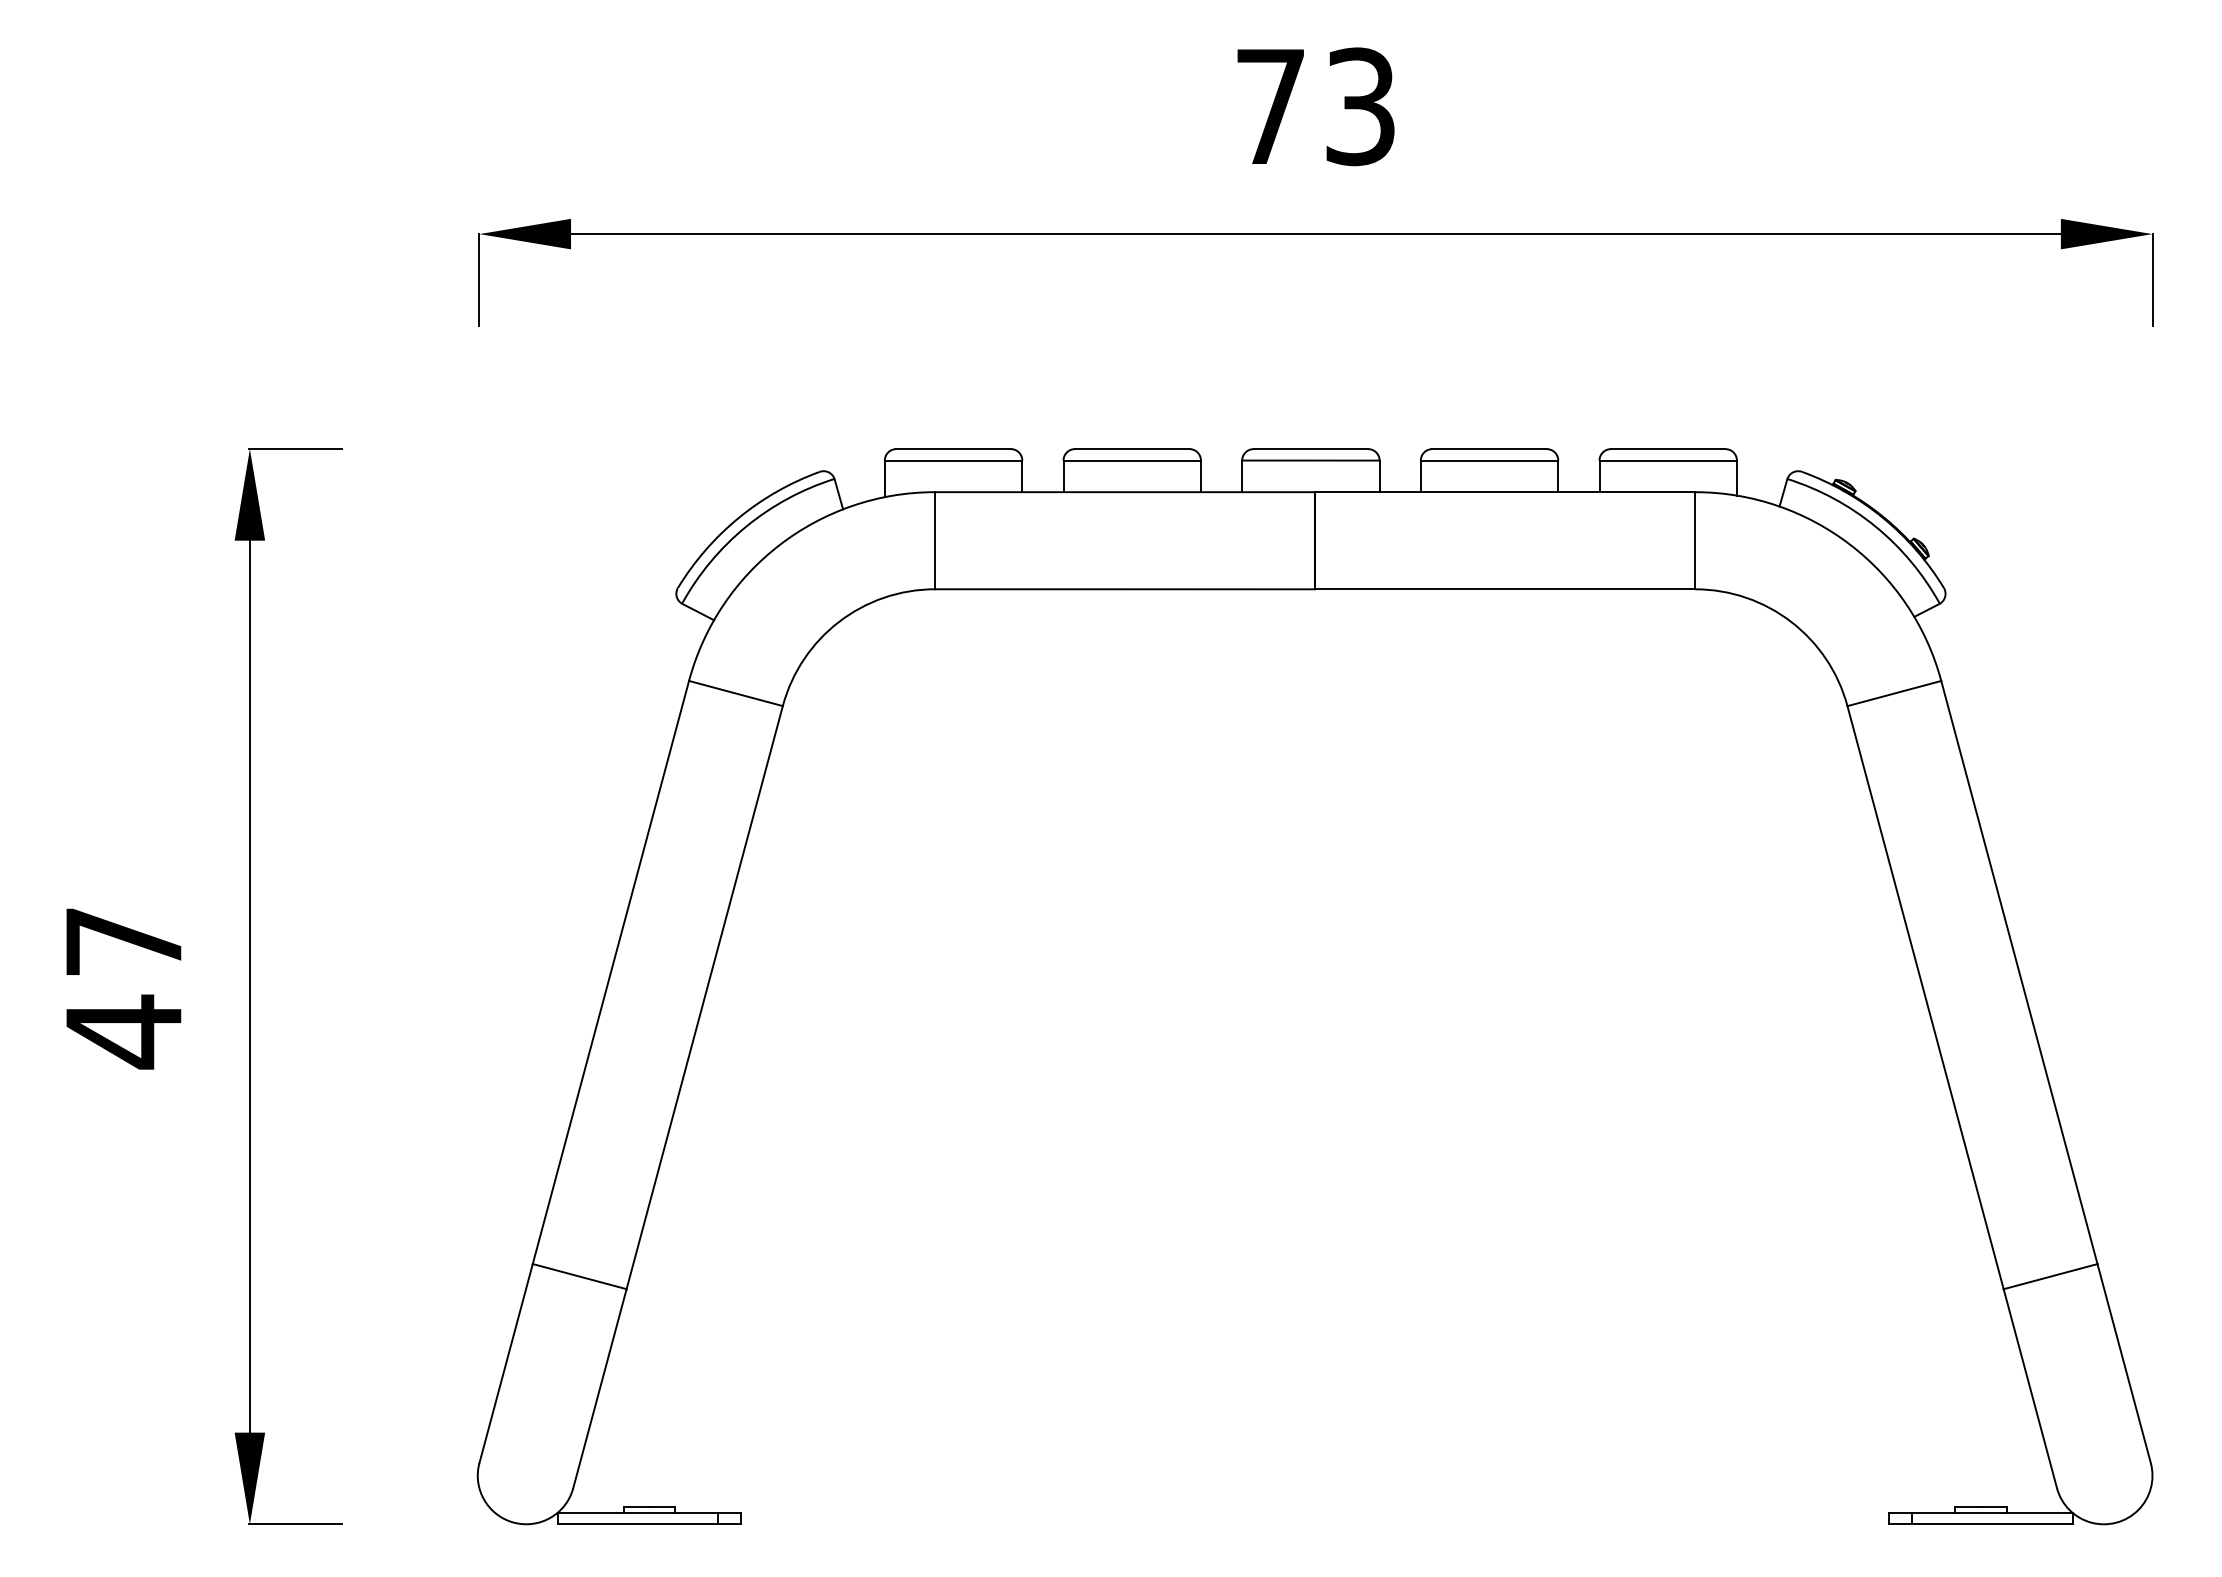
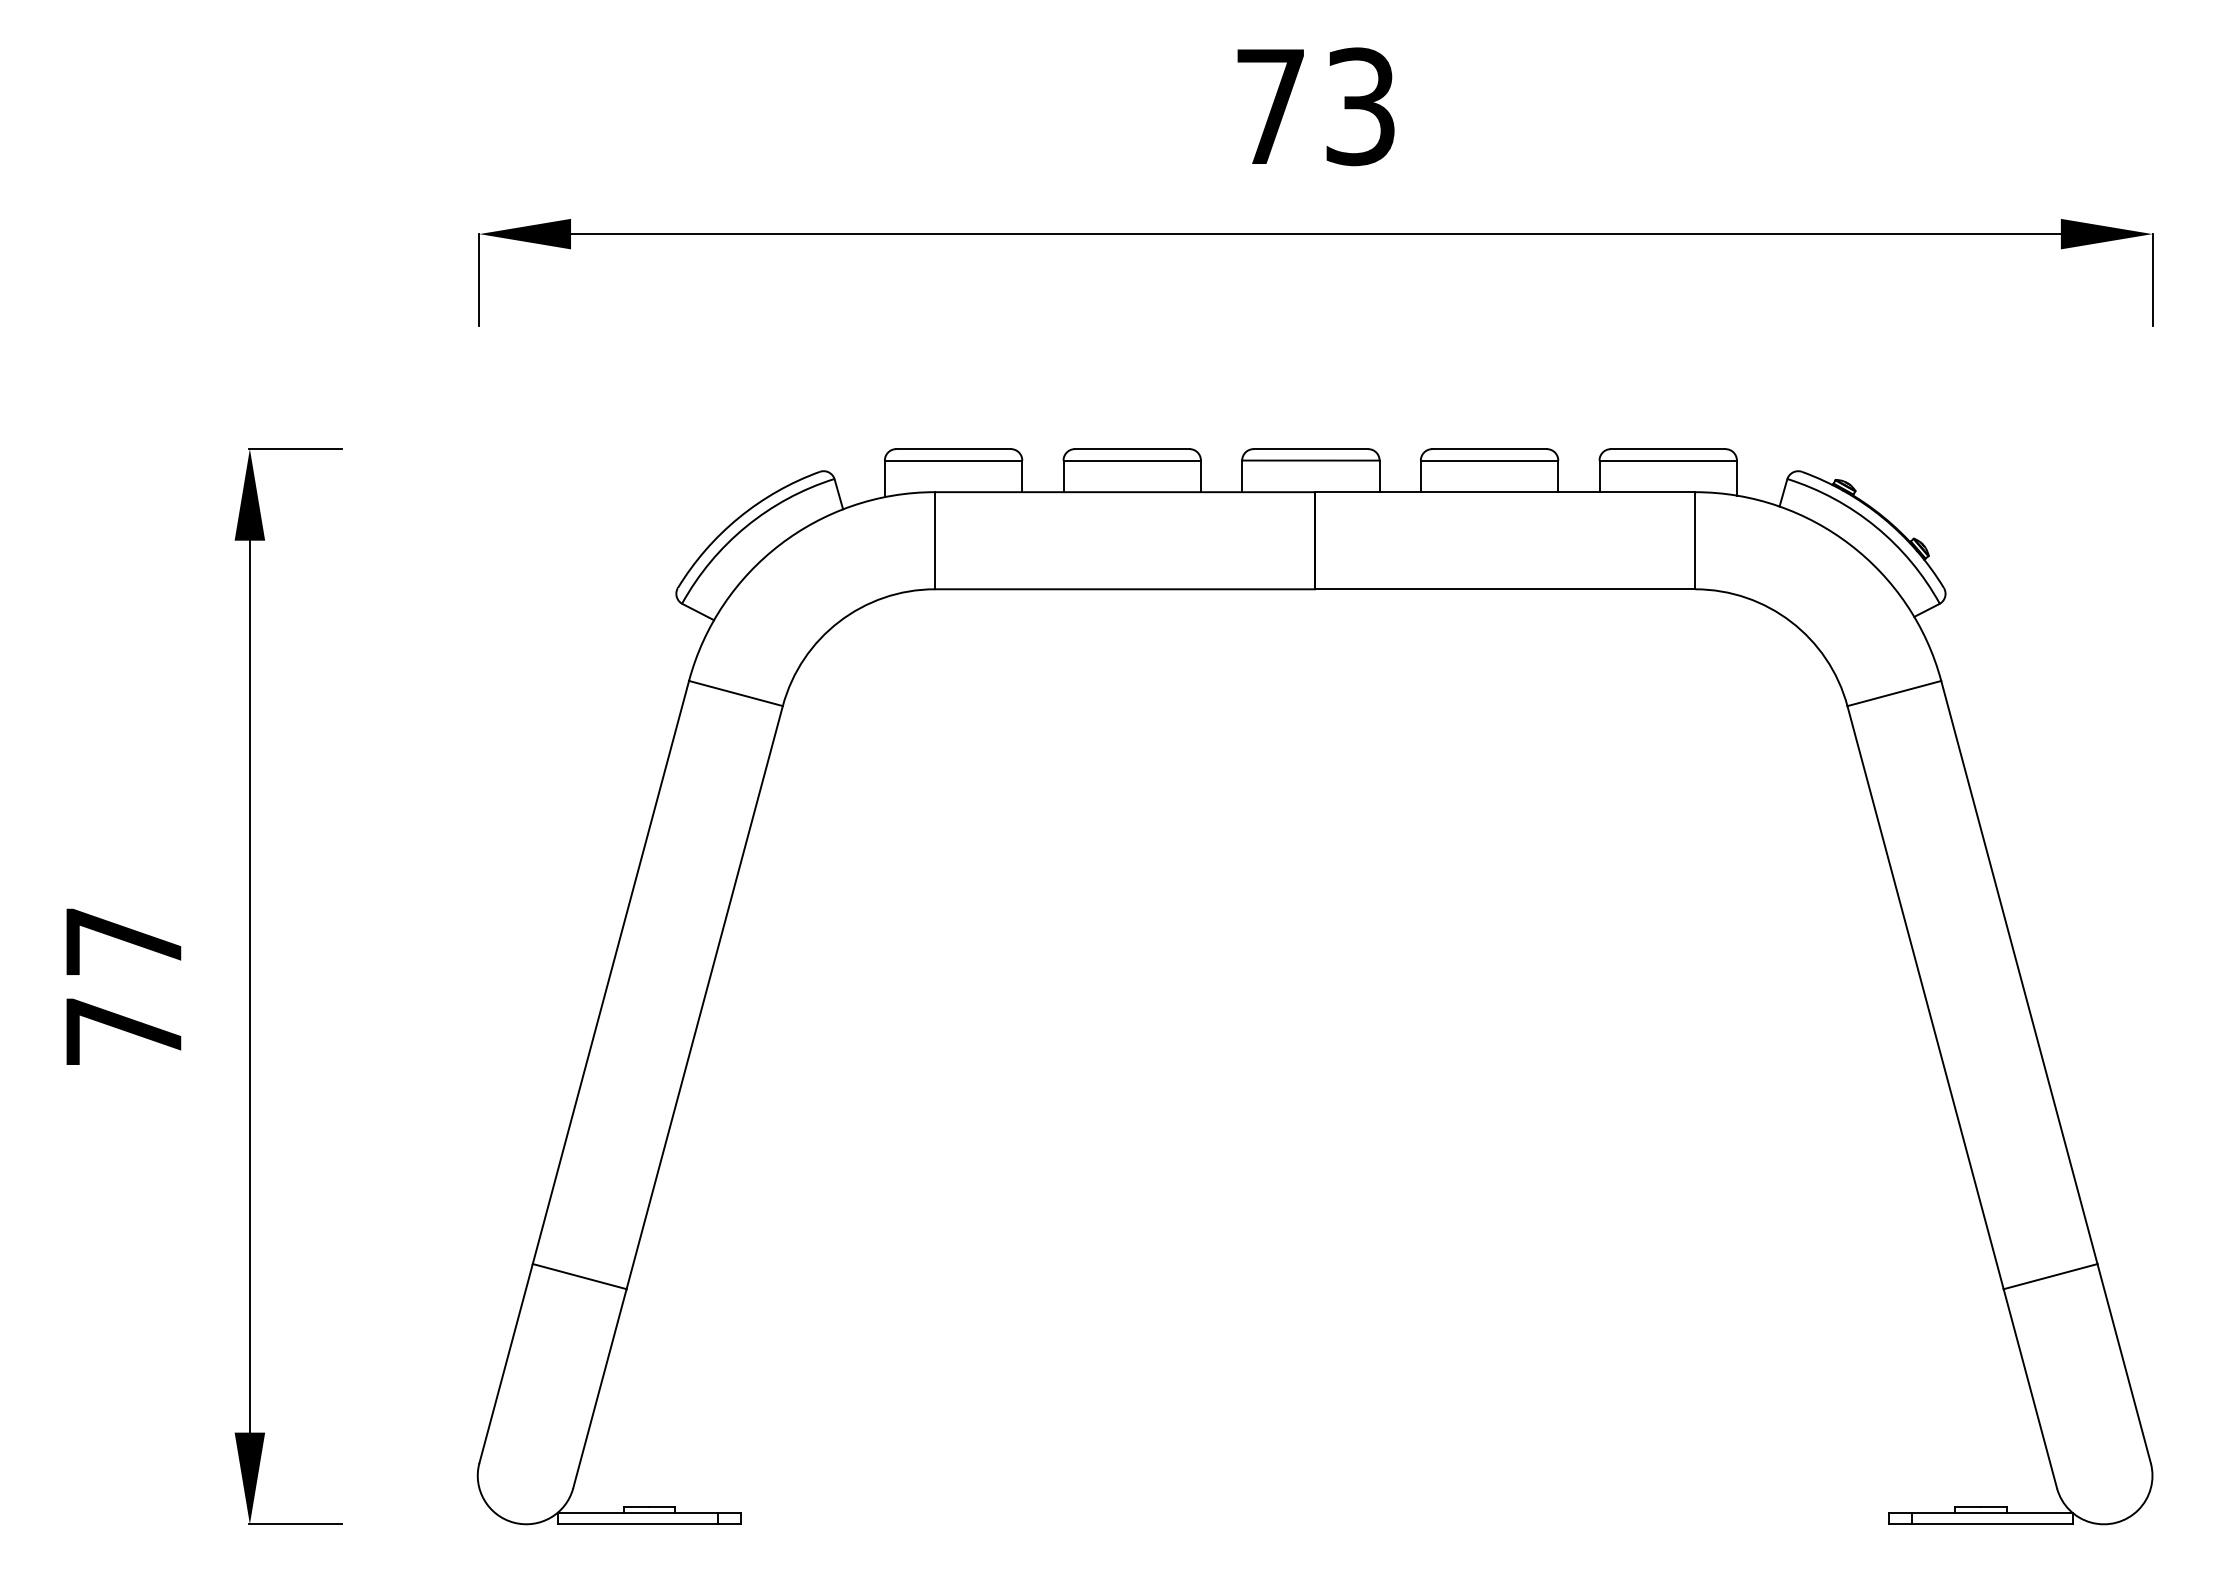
text at (123, 1031): 47 -> 77
